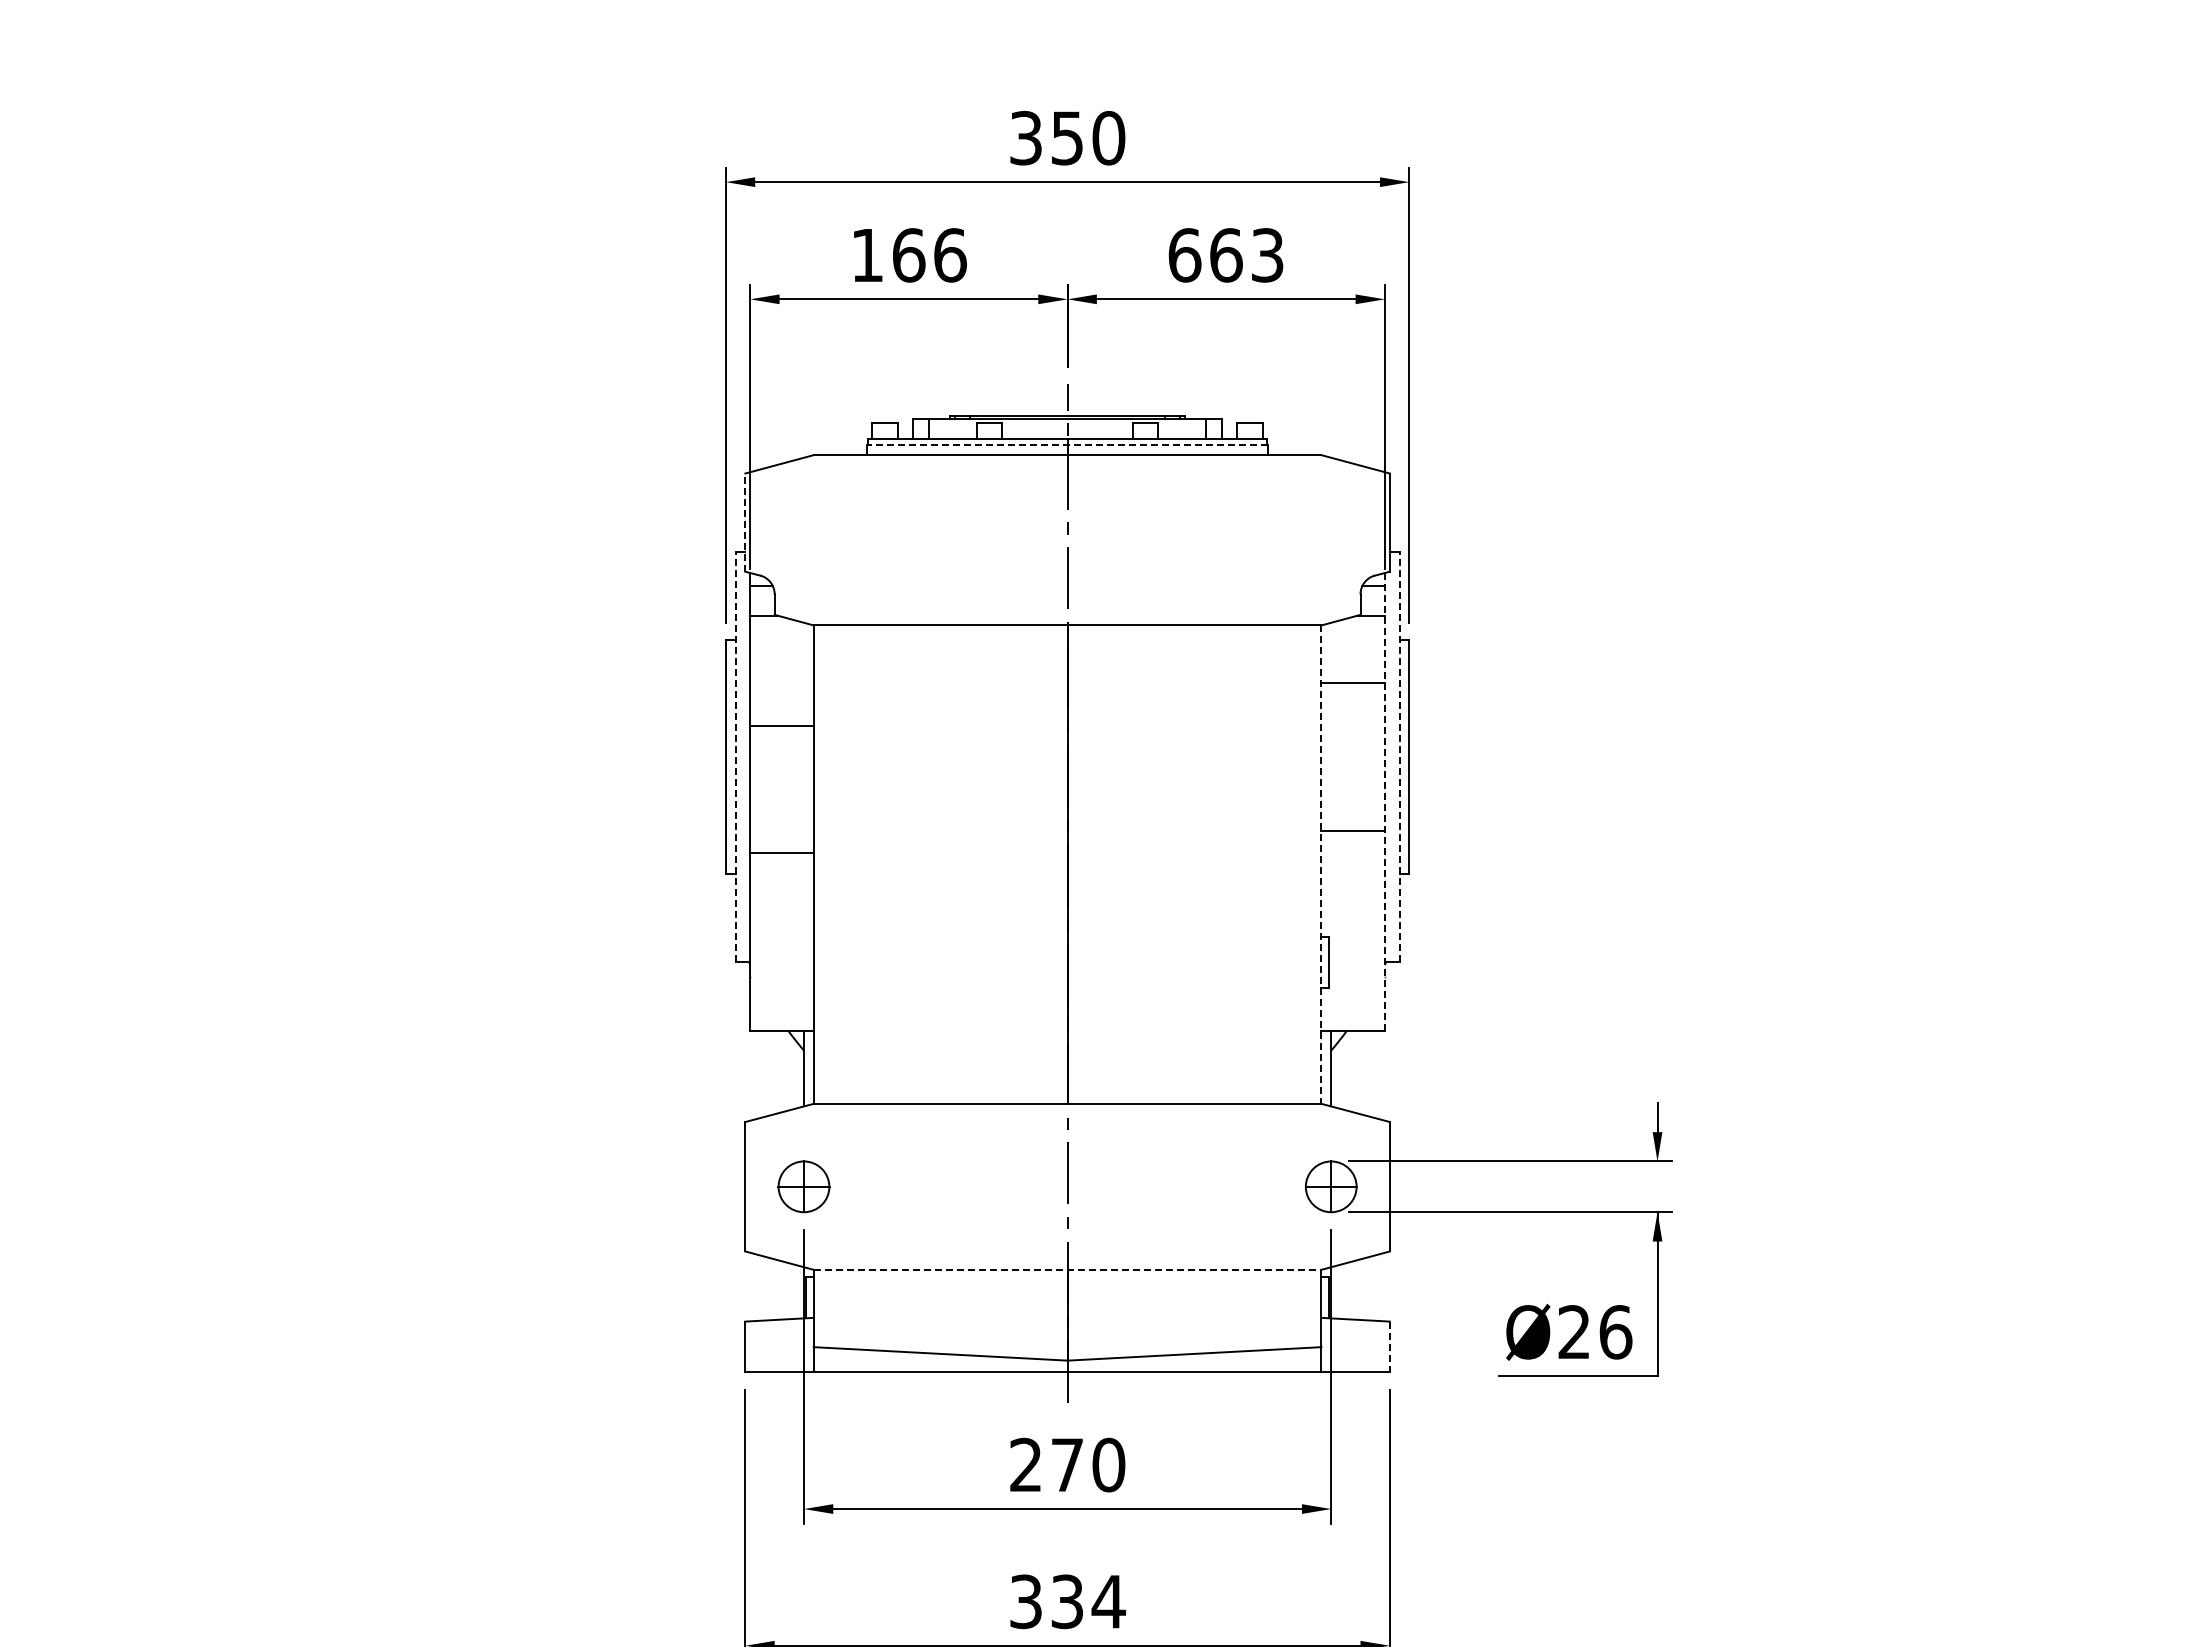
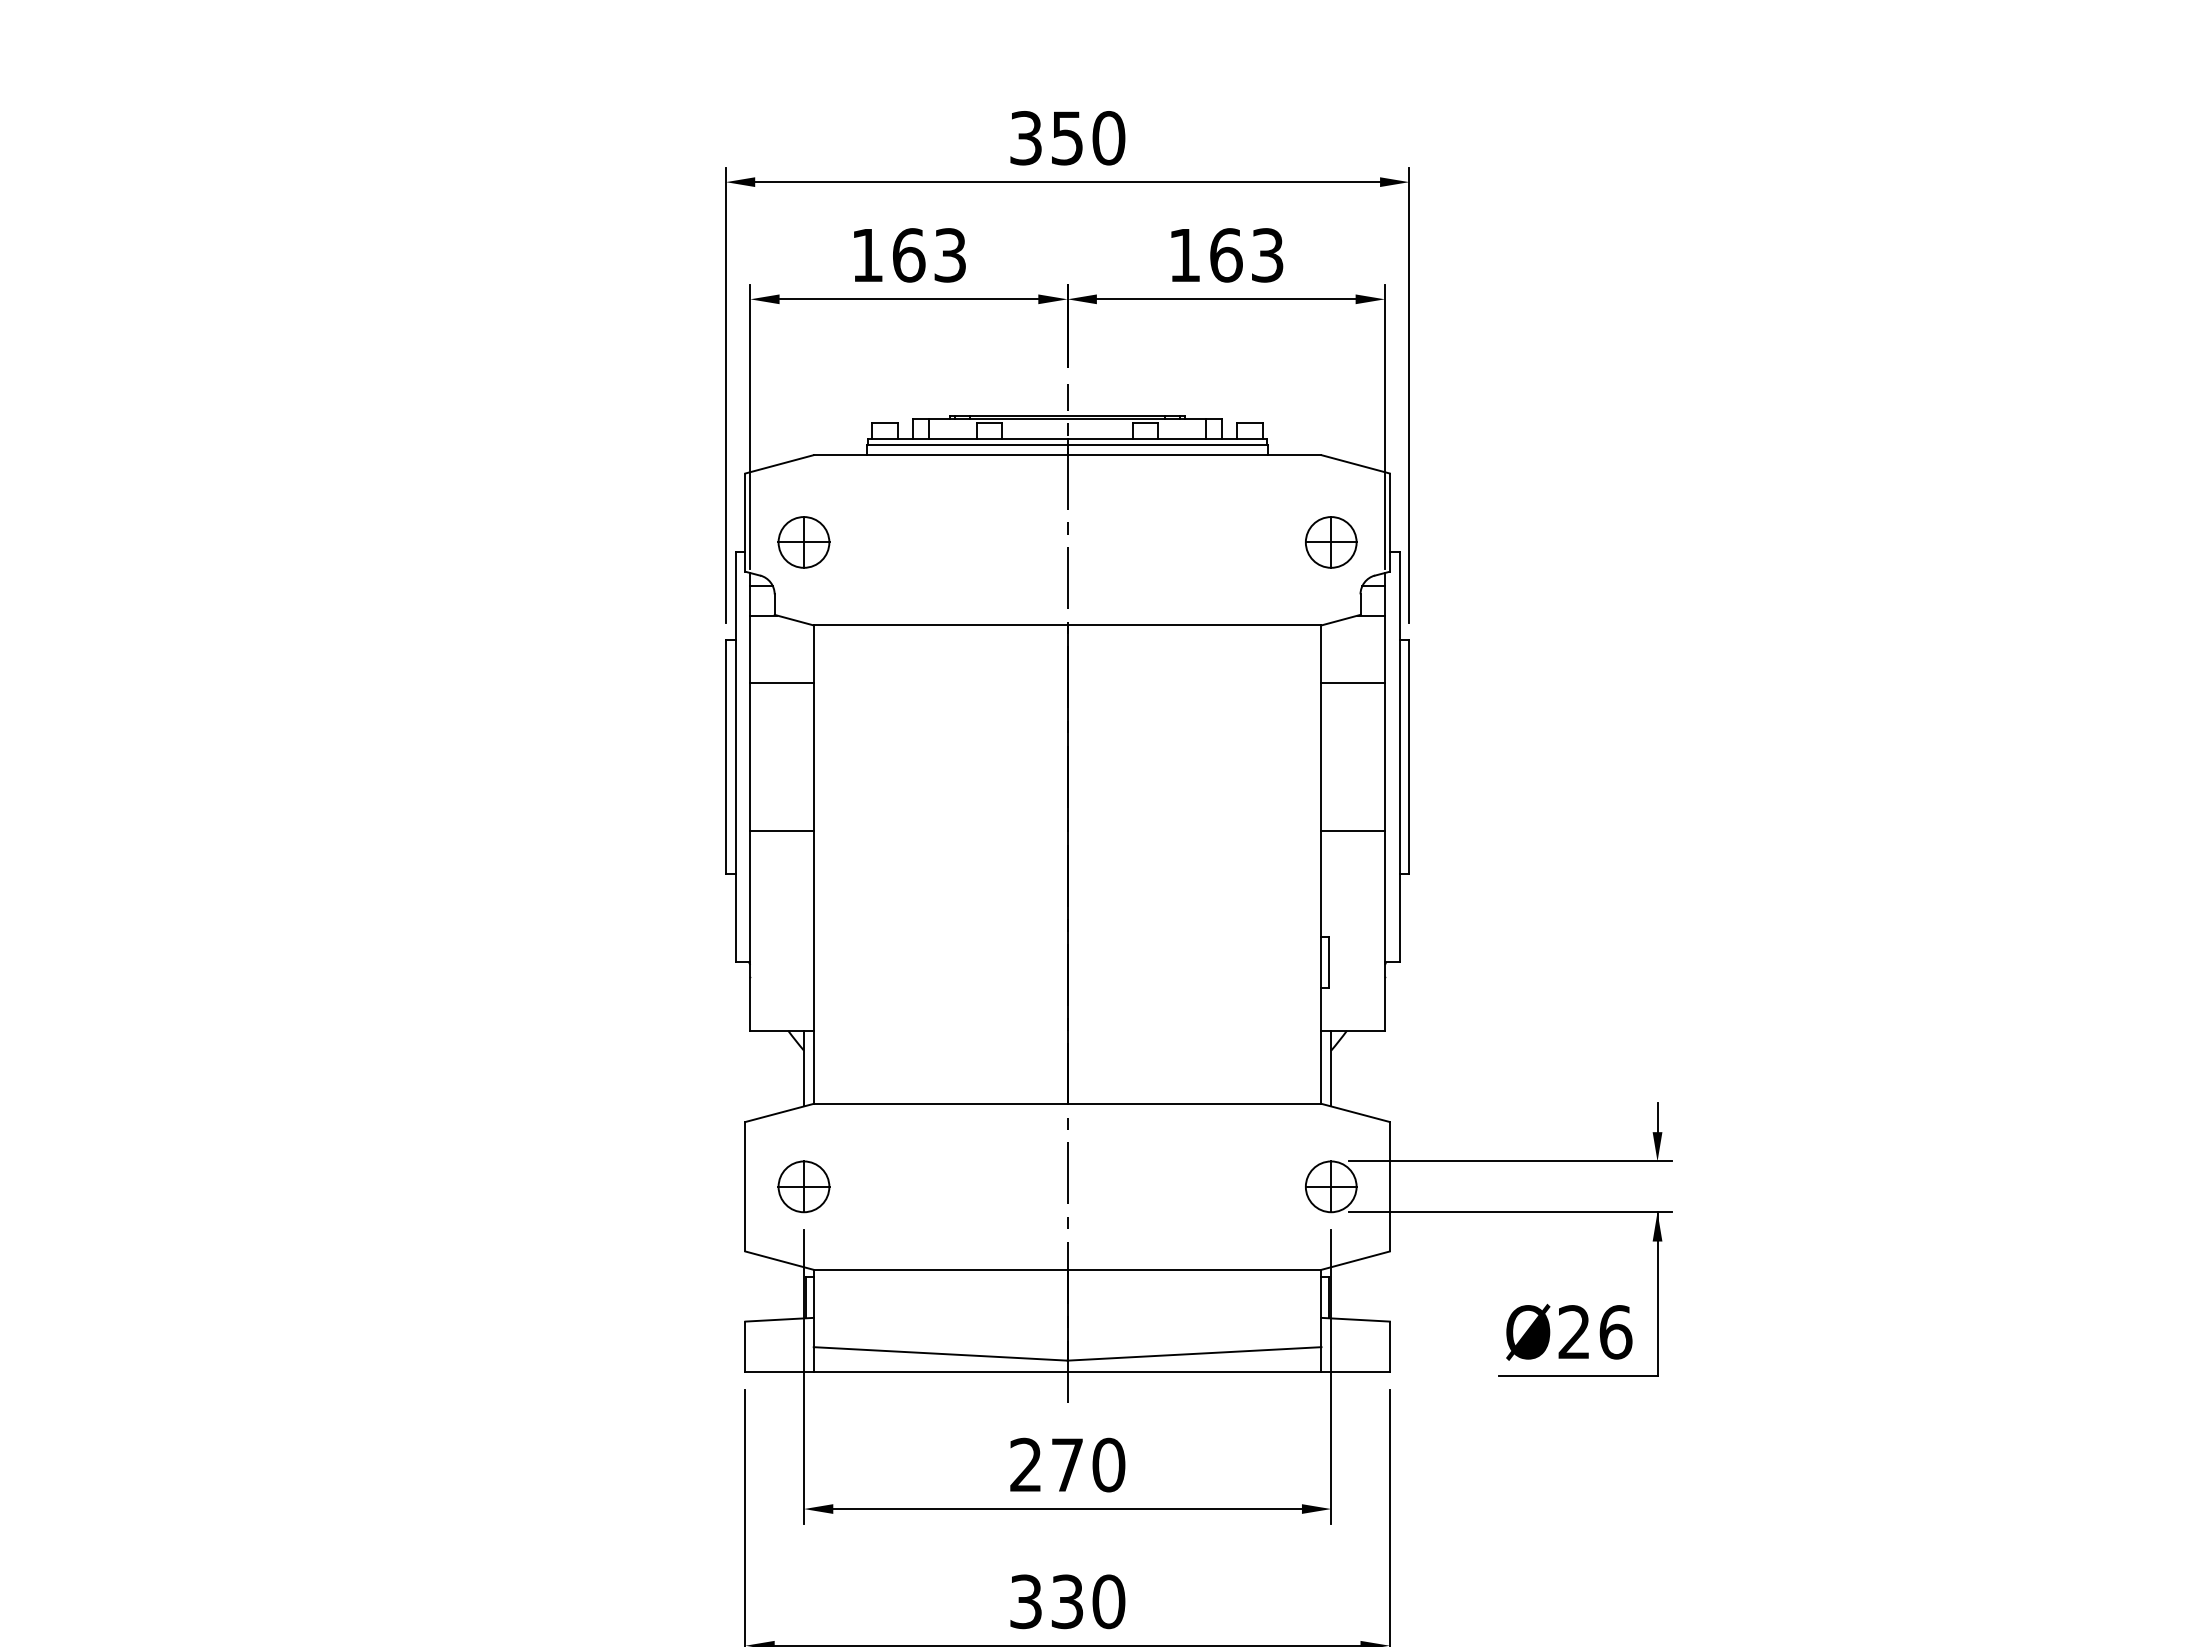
text at (950, 255): 166 -> 163
text at (1184, 255): 663 -> 163
line at (1067, 444): dashed -> solid
line at (745, 522): dashed -> solid
part at (803, 542): none -> present
part at (1331, 542): none -> present
line at (781, 726) position: (781, 726) -> (781, 683)
line at (735, 756): dashed -> solid
line at (1399, 756): dashed -> solid
line at (1384, 801): dashed -> solid
line at (781, 852) position: (781, 852) -> (781, 830)
line at (1321, 865): dashed -> solid
line at (1067, 1269): dashed -> solid
line at (1389, 1347): dashed -> solid
text at (1108, 1601): 334 -> 330
